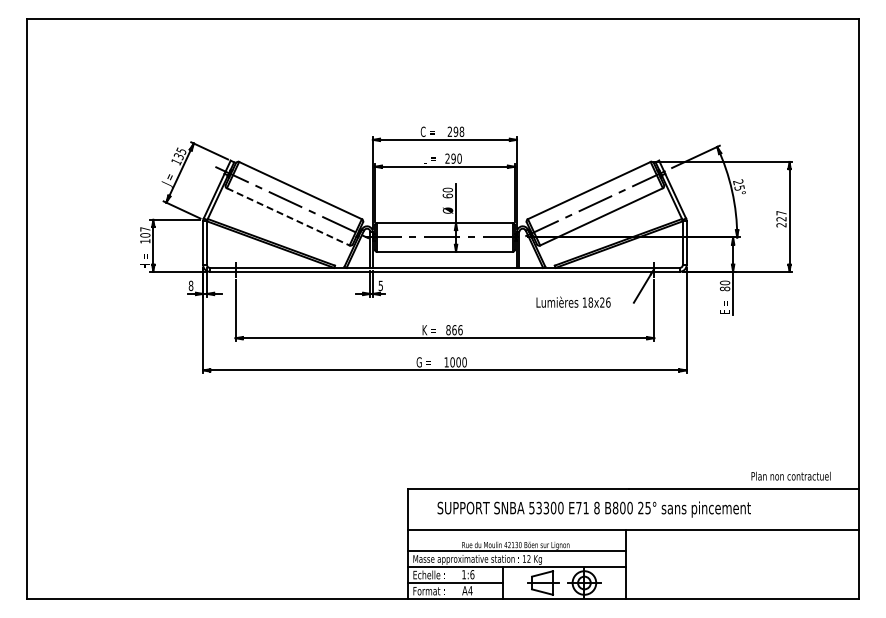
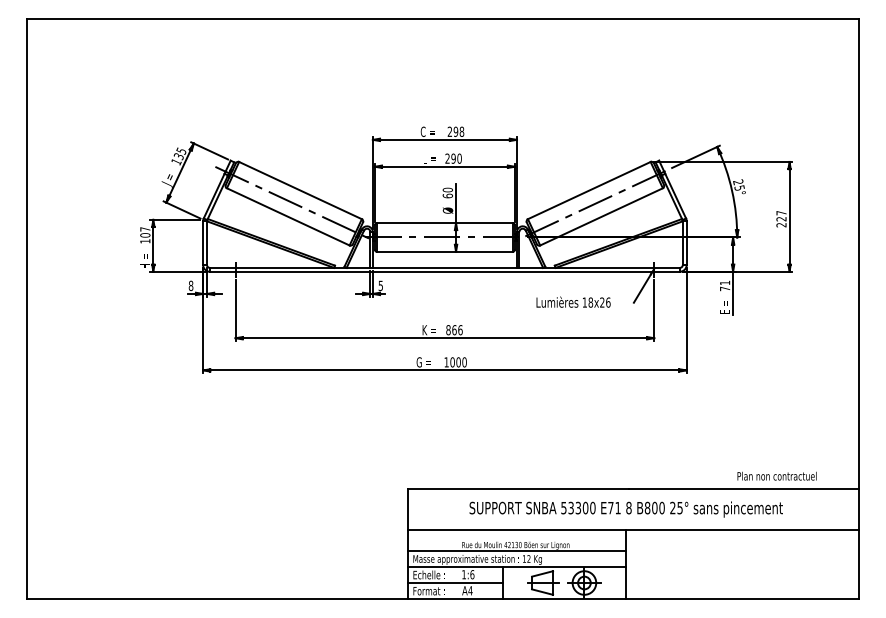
line at (288, 216): dashed -> solid
text at (725, 285): 80 -> 71
text at (790, 475) position: (790, 475) -> (776, 475)
text at (593, 509) position: (593, 509) -> (625, 509)
